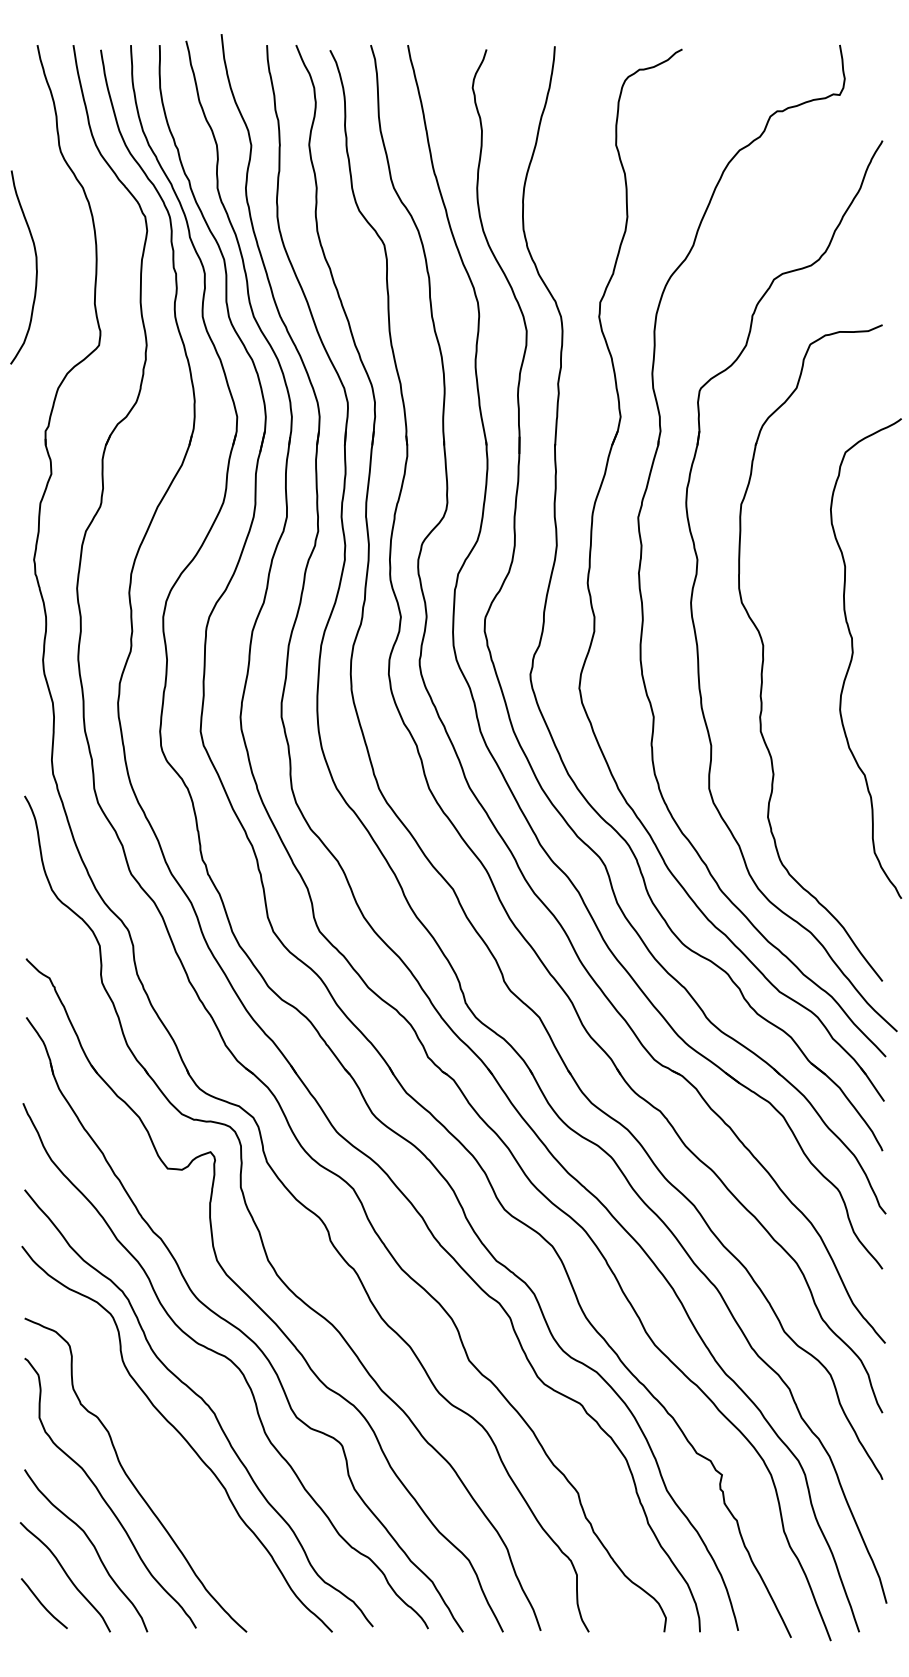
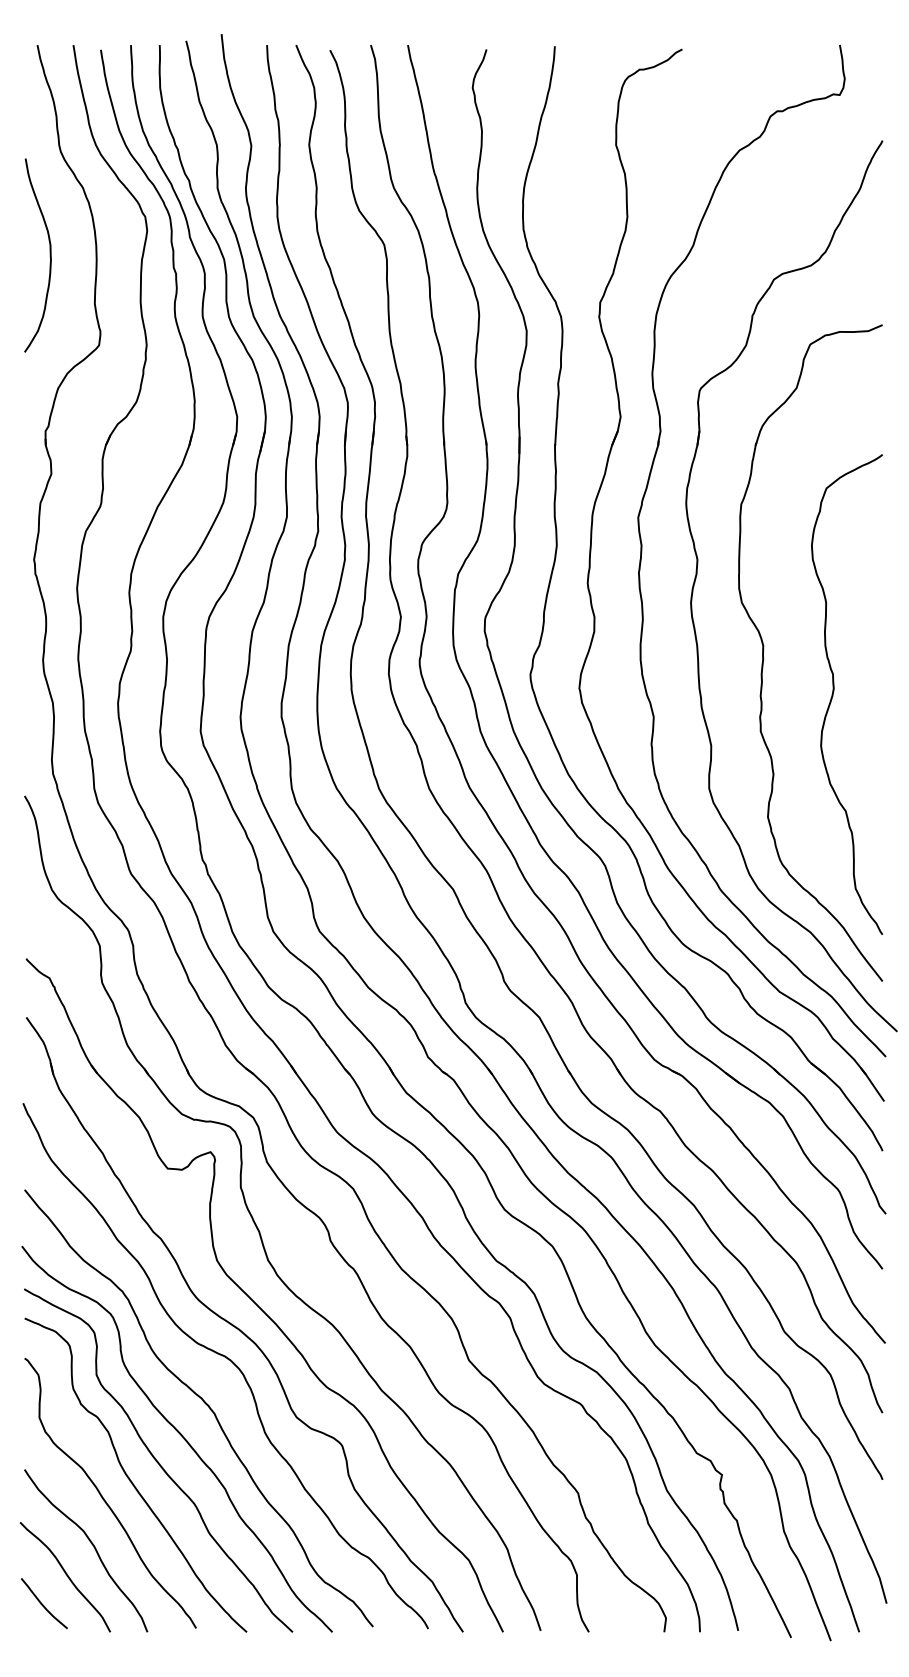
curve at (35, 267) position: (35, 267) -> (49, 255)
curve at (853, 655) position: (853, 655) -> (834, 691)
curve at (157, 1460): none -> present
